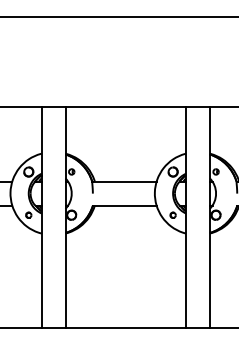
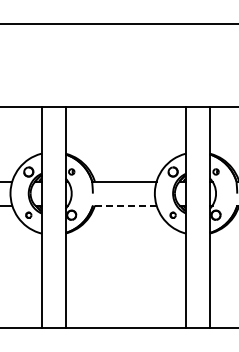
line at (118, 17) position: (118, 17) -> (118, 24)
line at (124, 205): solid -> dashed
